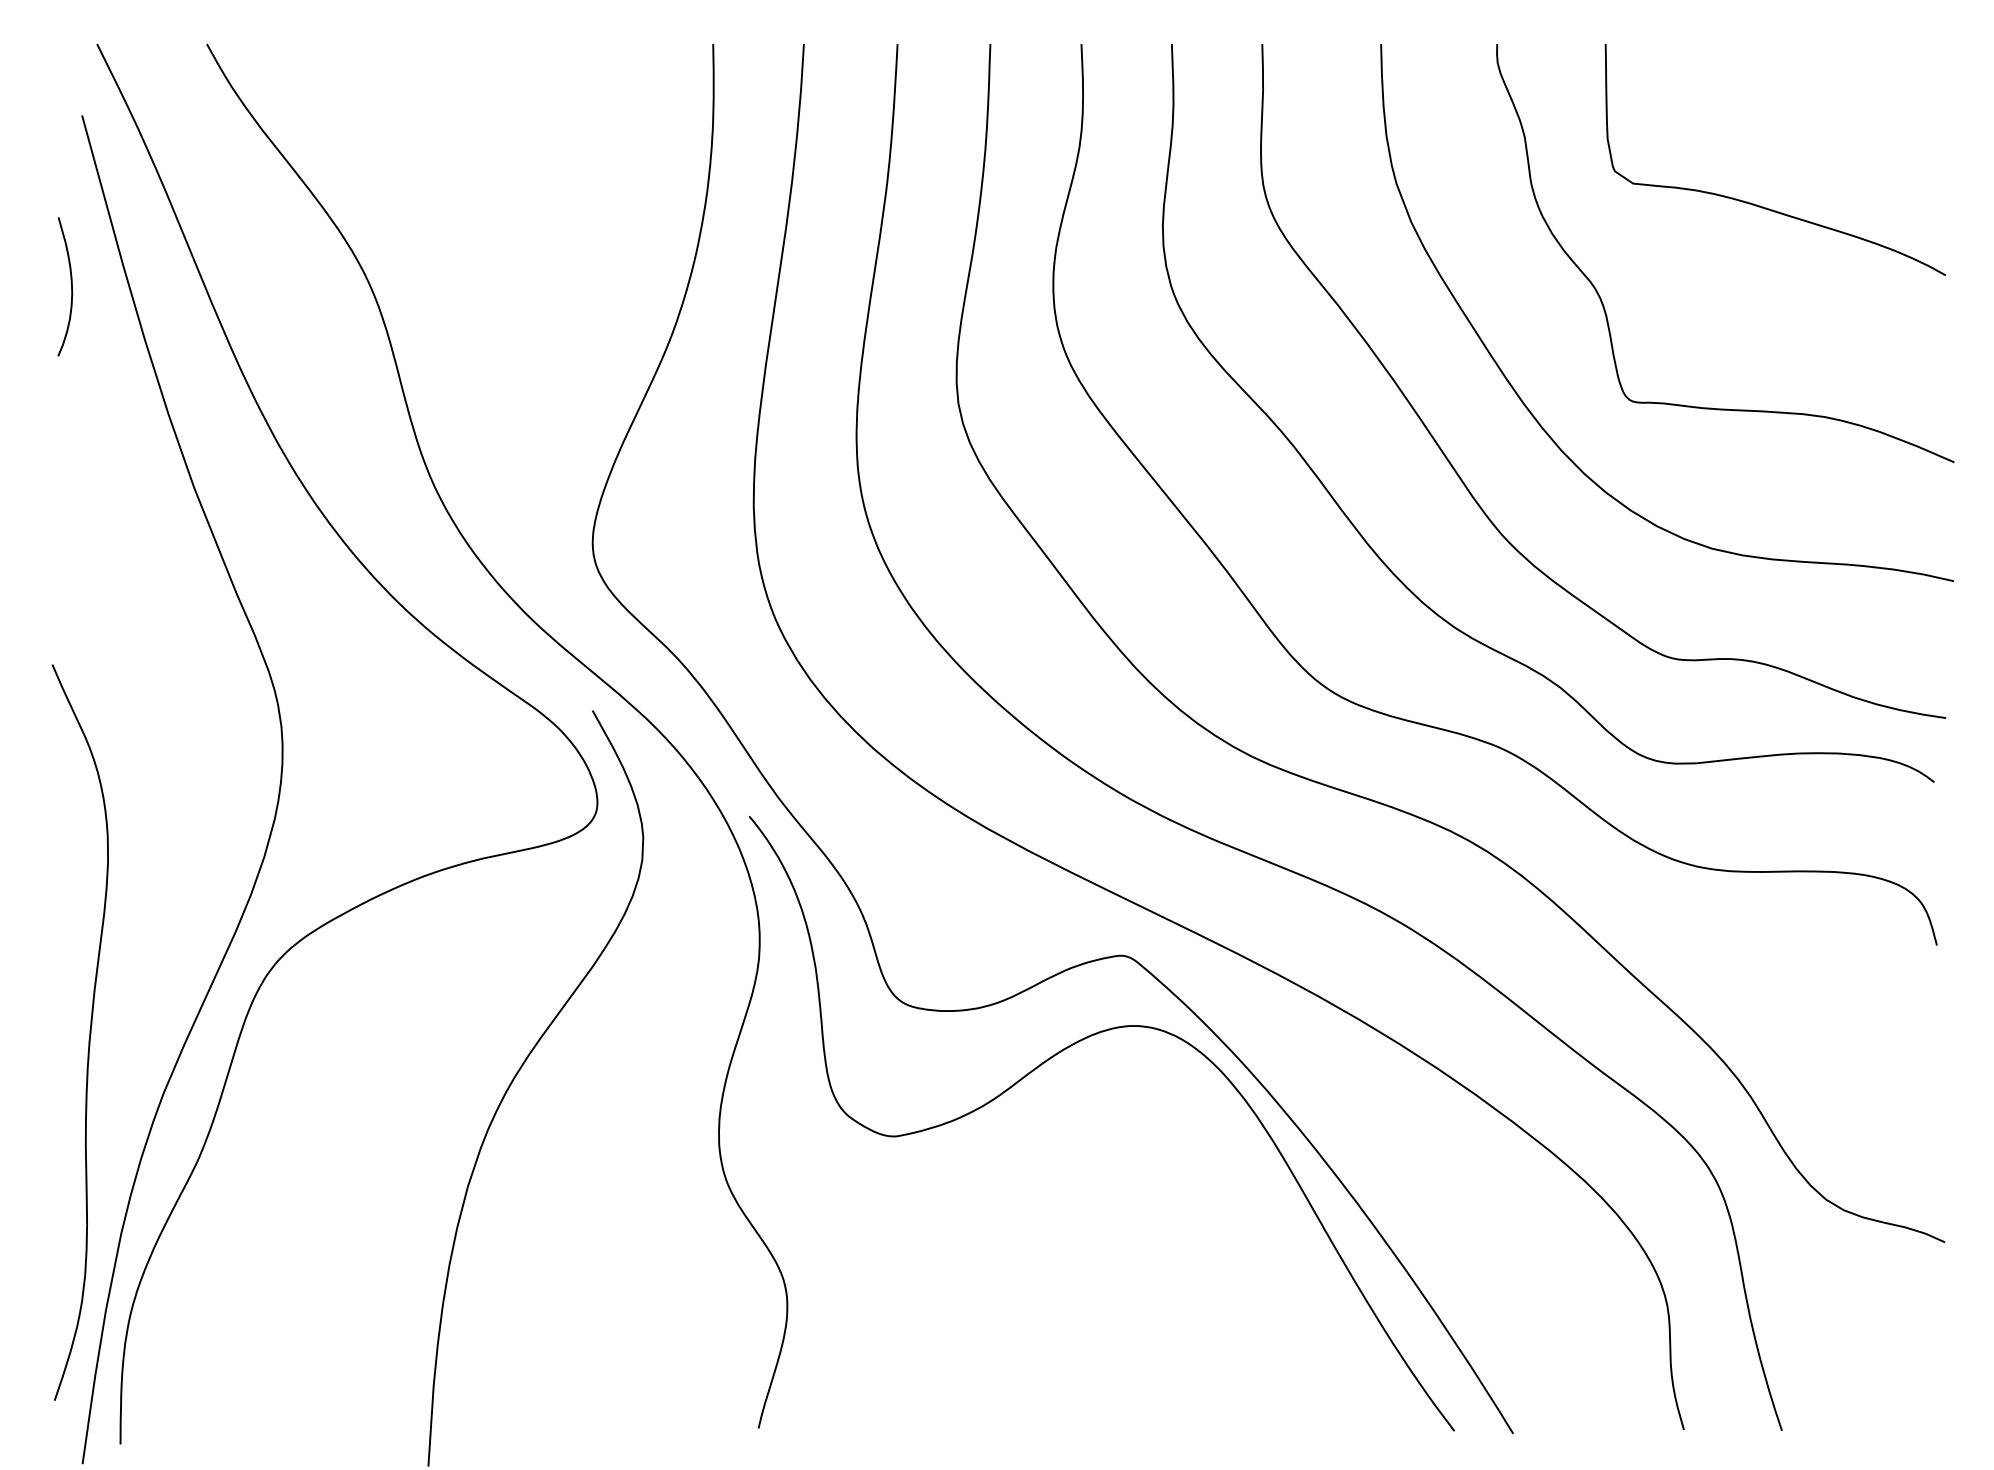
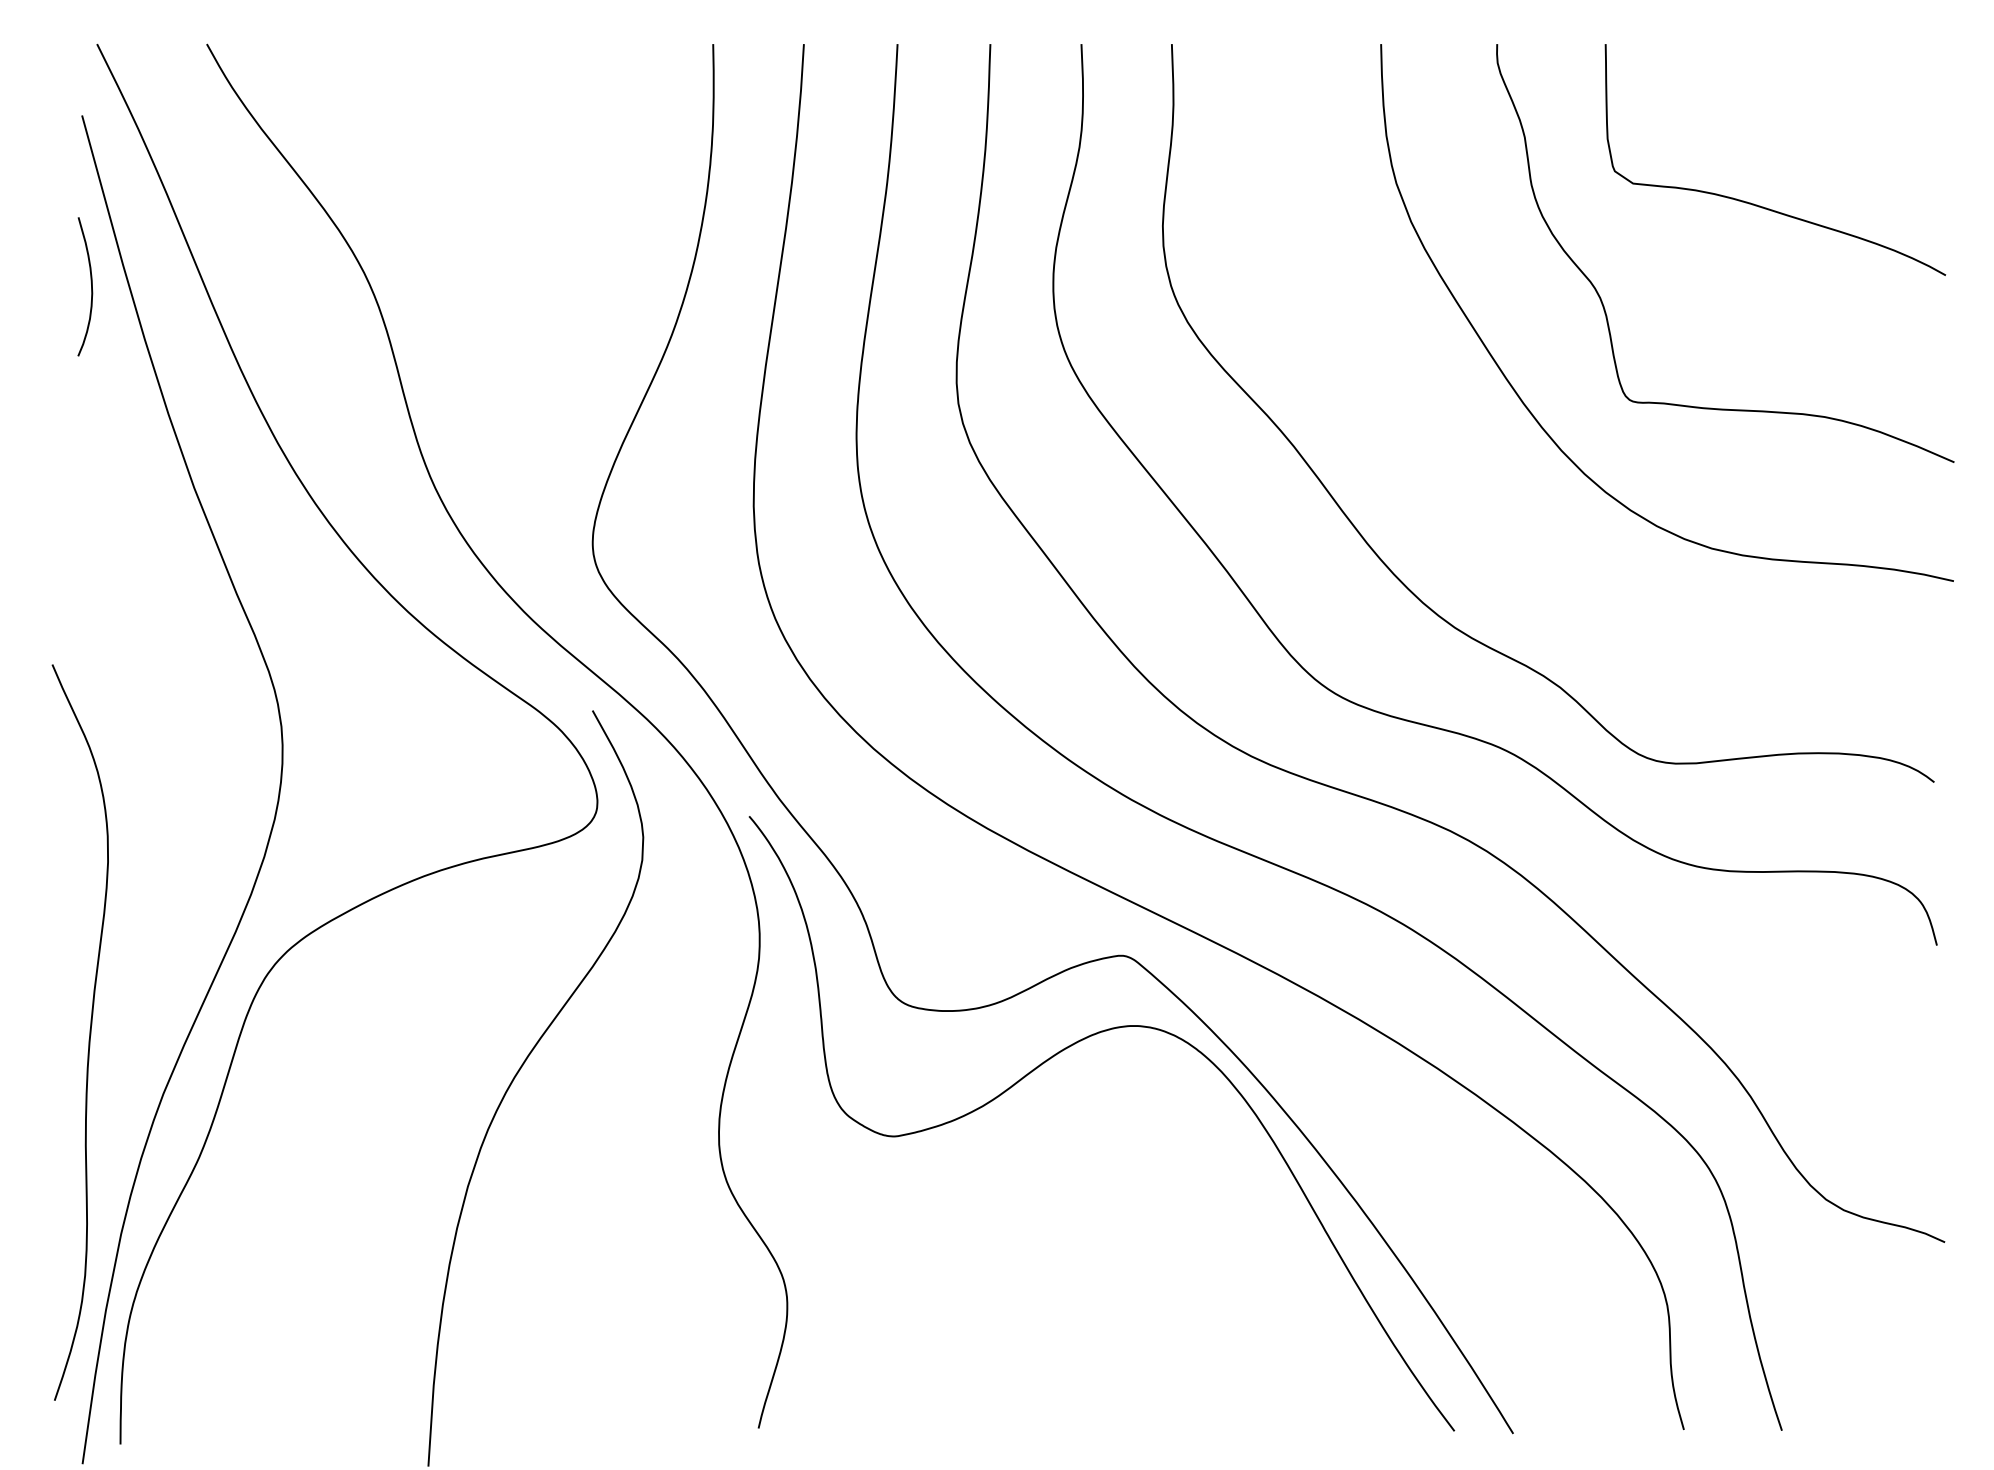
curve at (71, 286) position: (71, 286) -> (91, 286)
curve at (1460, 476): present -> none
